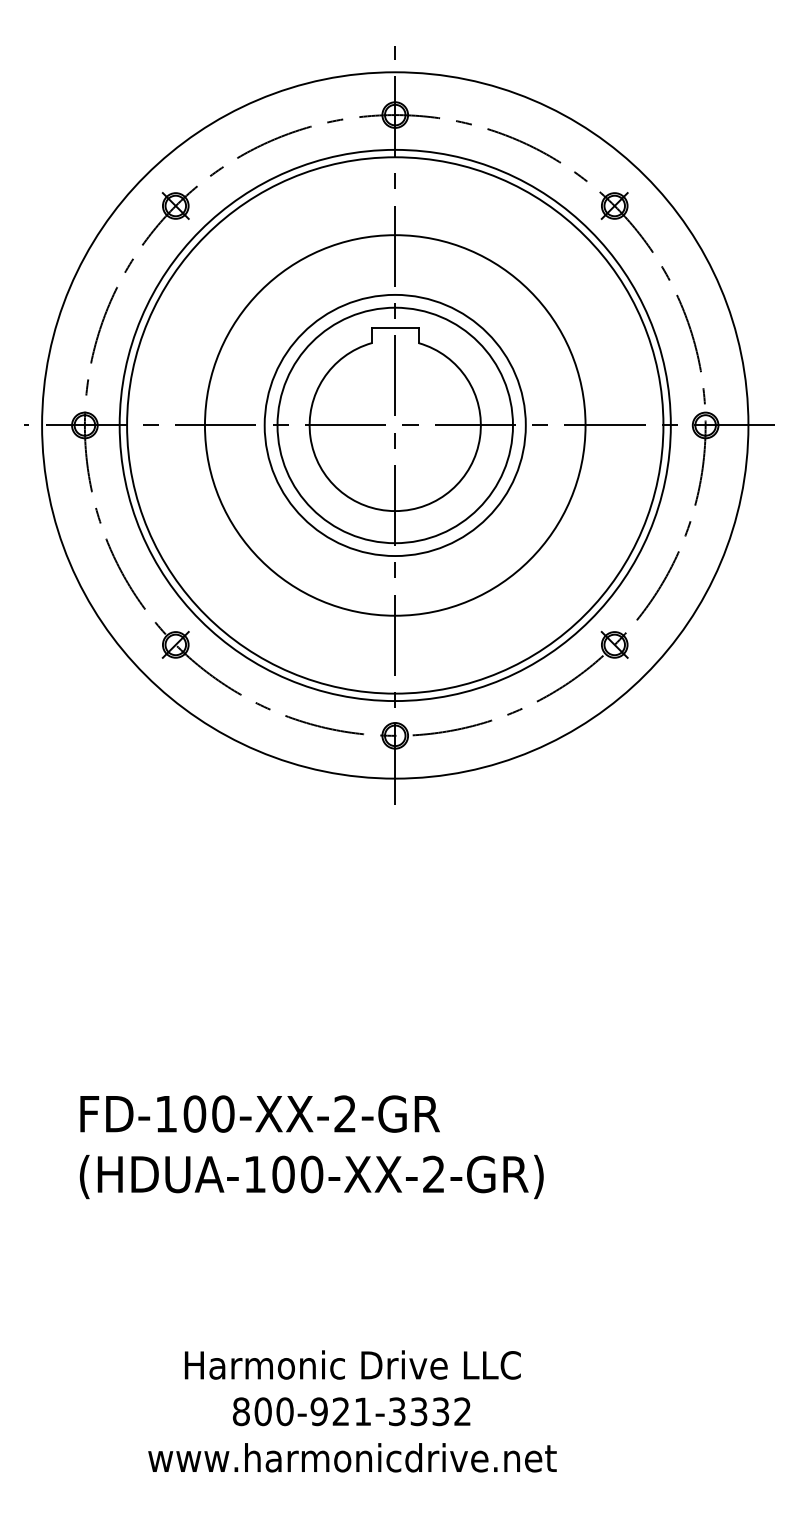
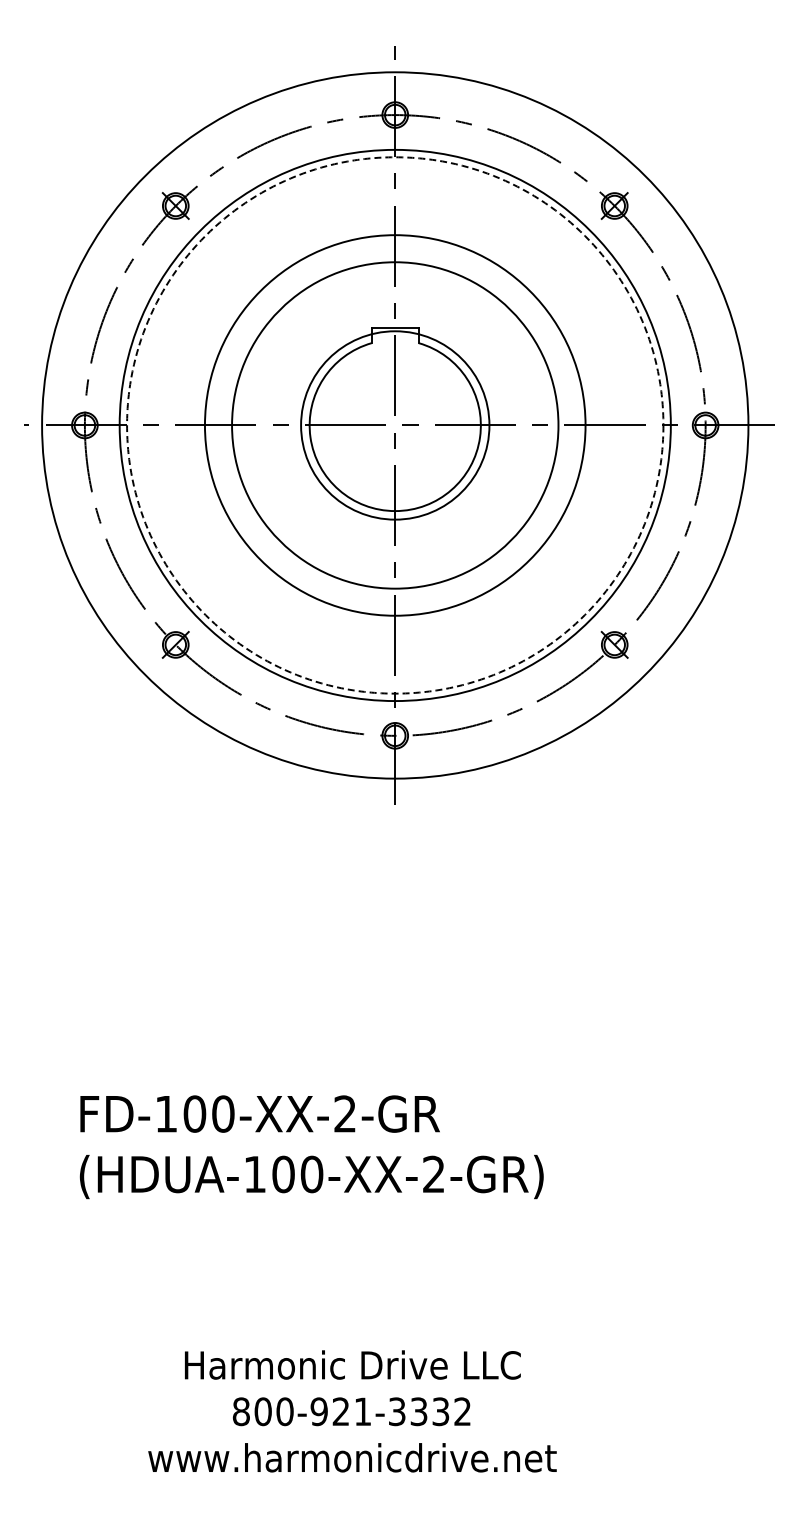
circle at (394, 425) diameter: 235 px -> 188 px
circle at (394, 425) diameter: 261 px -> 326 px
circle at (395, 425): solid -> dashed
